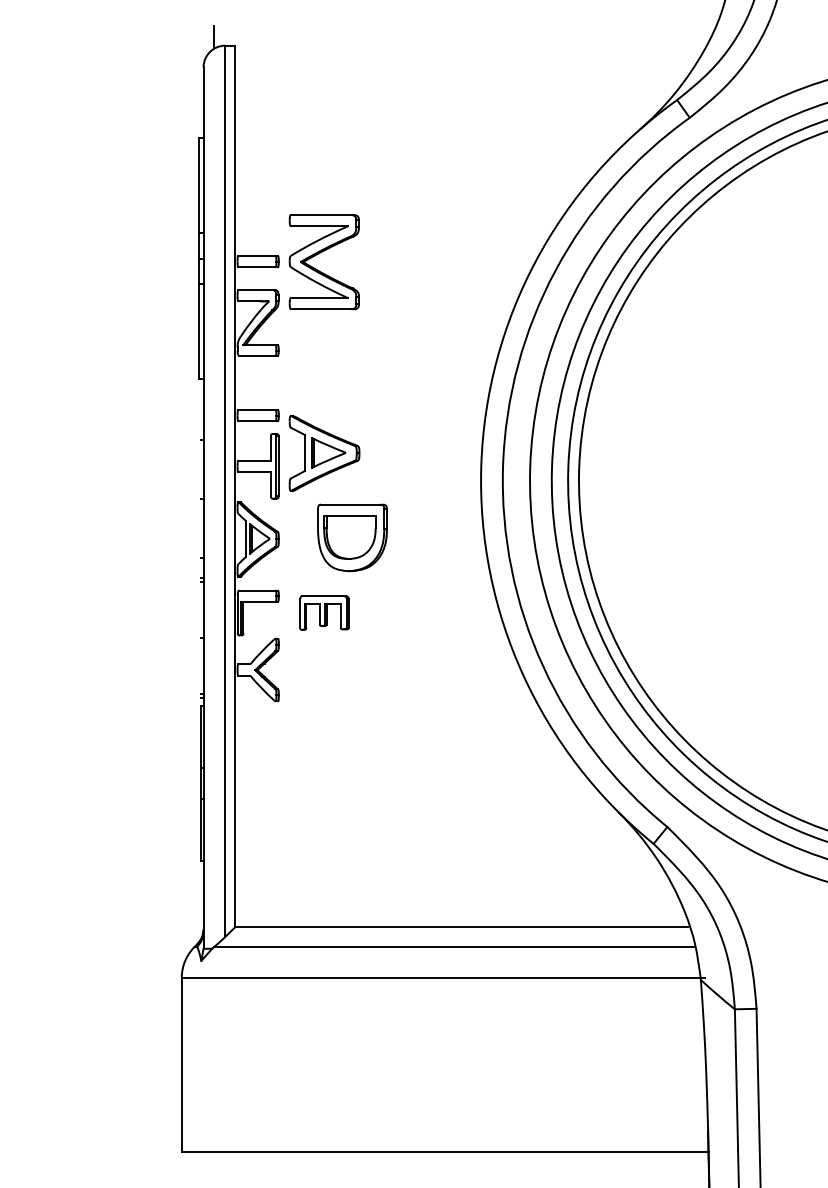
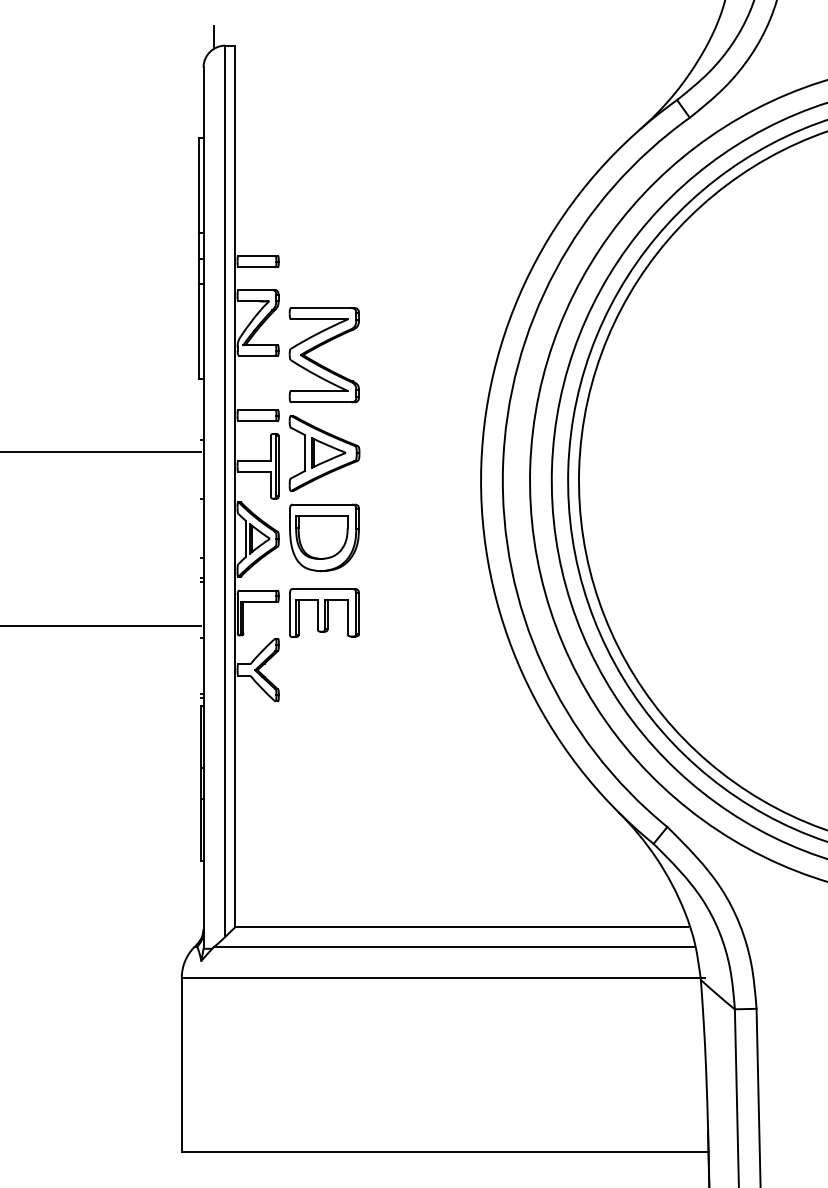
part at (319, 270) position: (319, 270) -> (319, 363)
line at (101, 451): none -> present
part at (352, 537) position: (352, 537) -> (324, 537)
part at (324, 612) size: 51x36 px -> 71x50 px
line at (101, 625): none -> present
